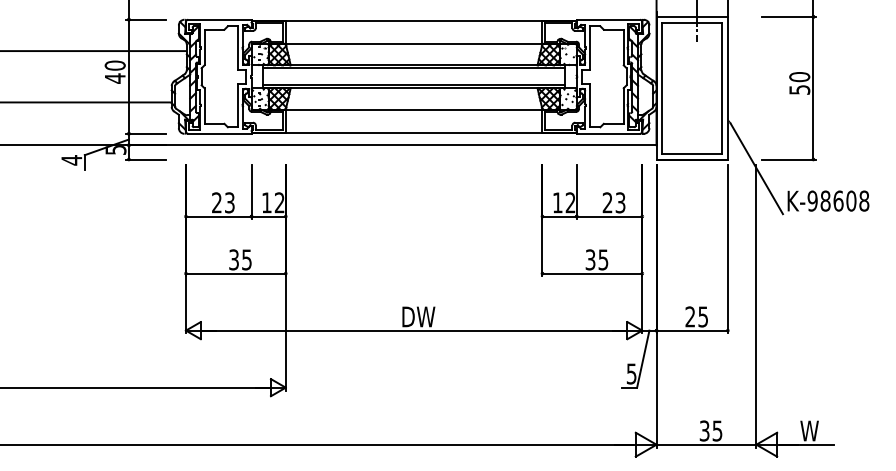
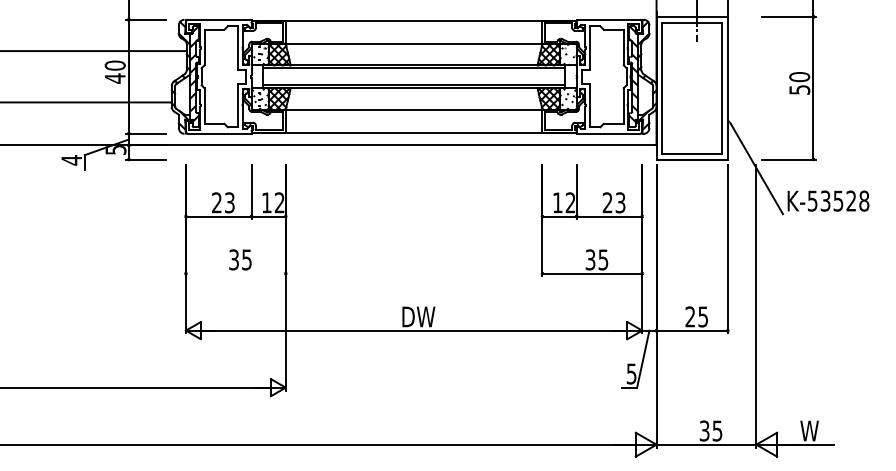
text at (831, 200): K-98608 -> K-53528
line at (235, 273): present -> none
